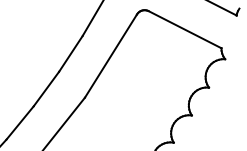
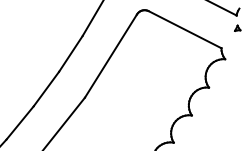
part at (237, 27): none -> present
